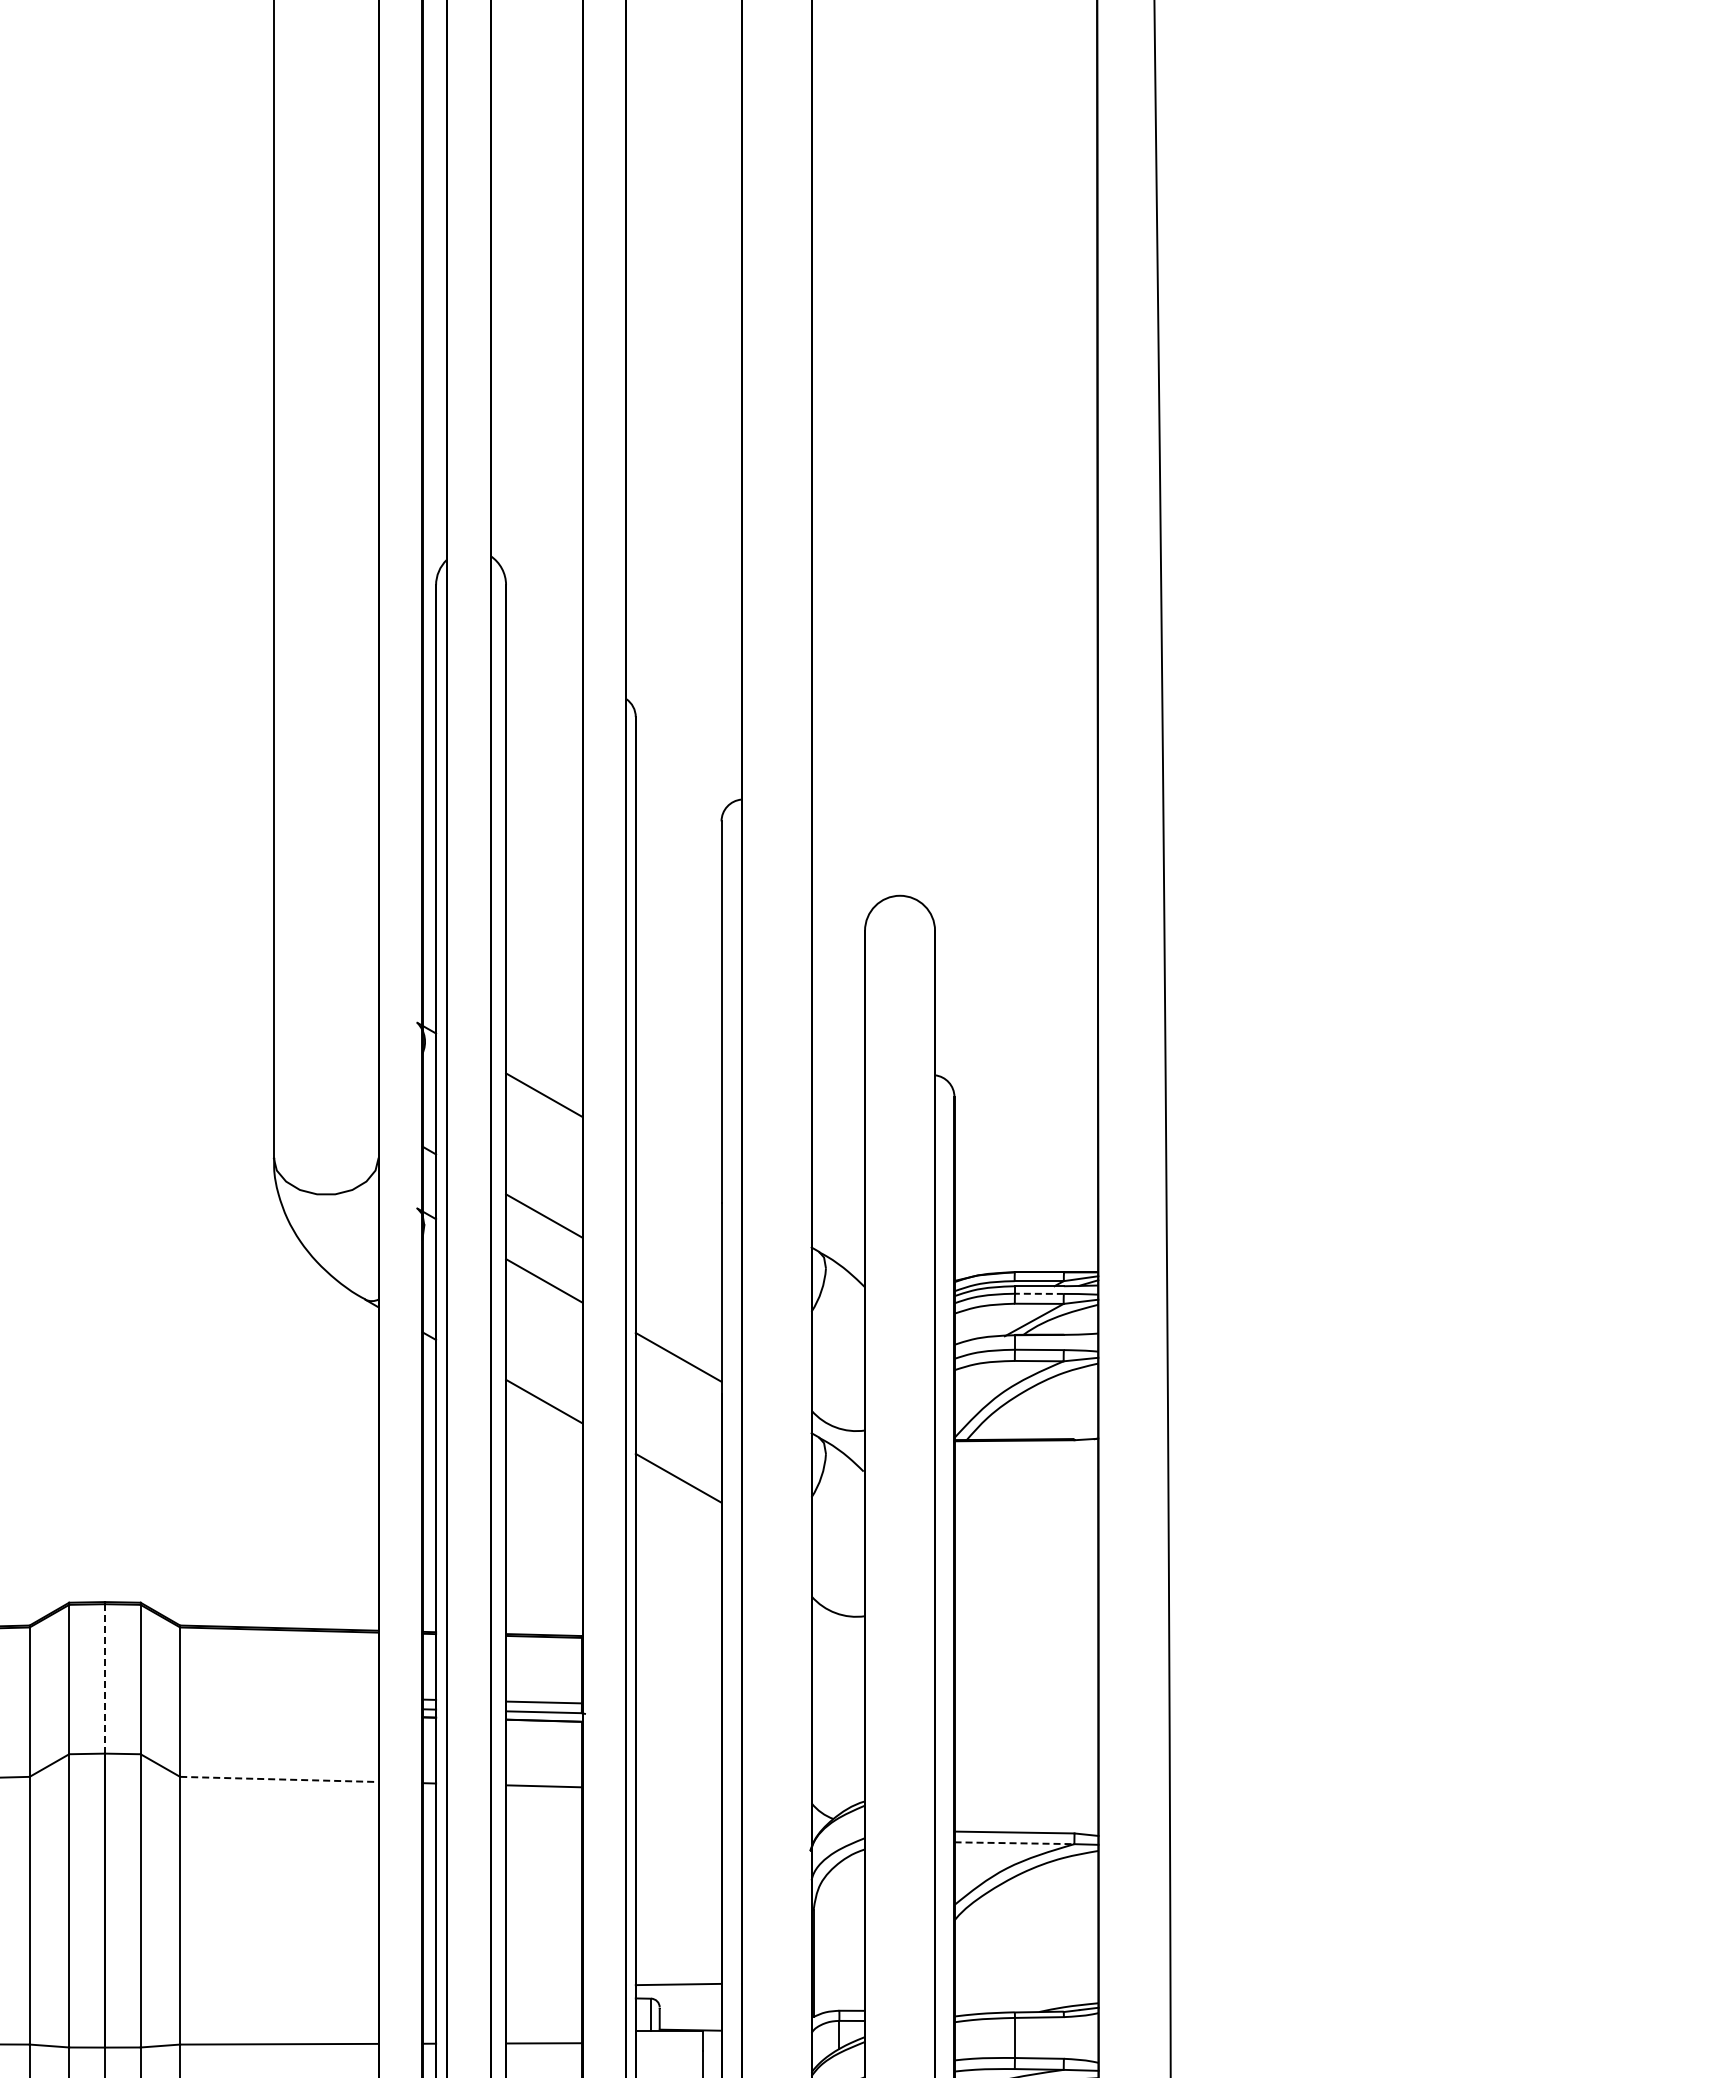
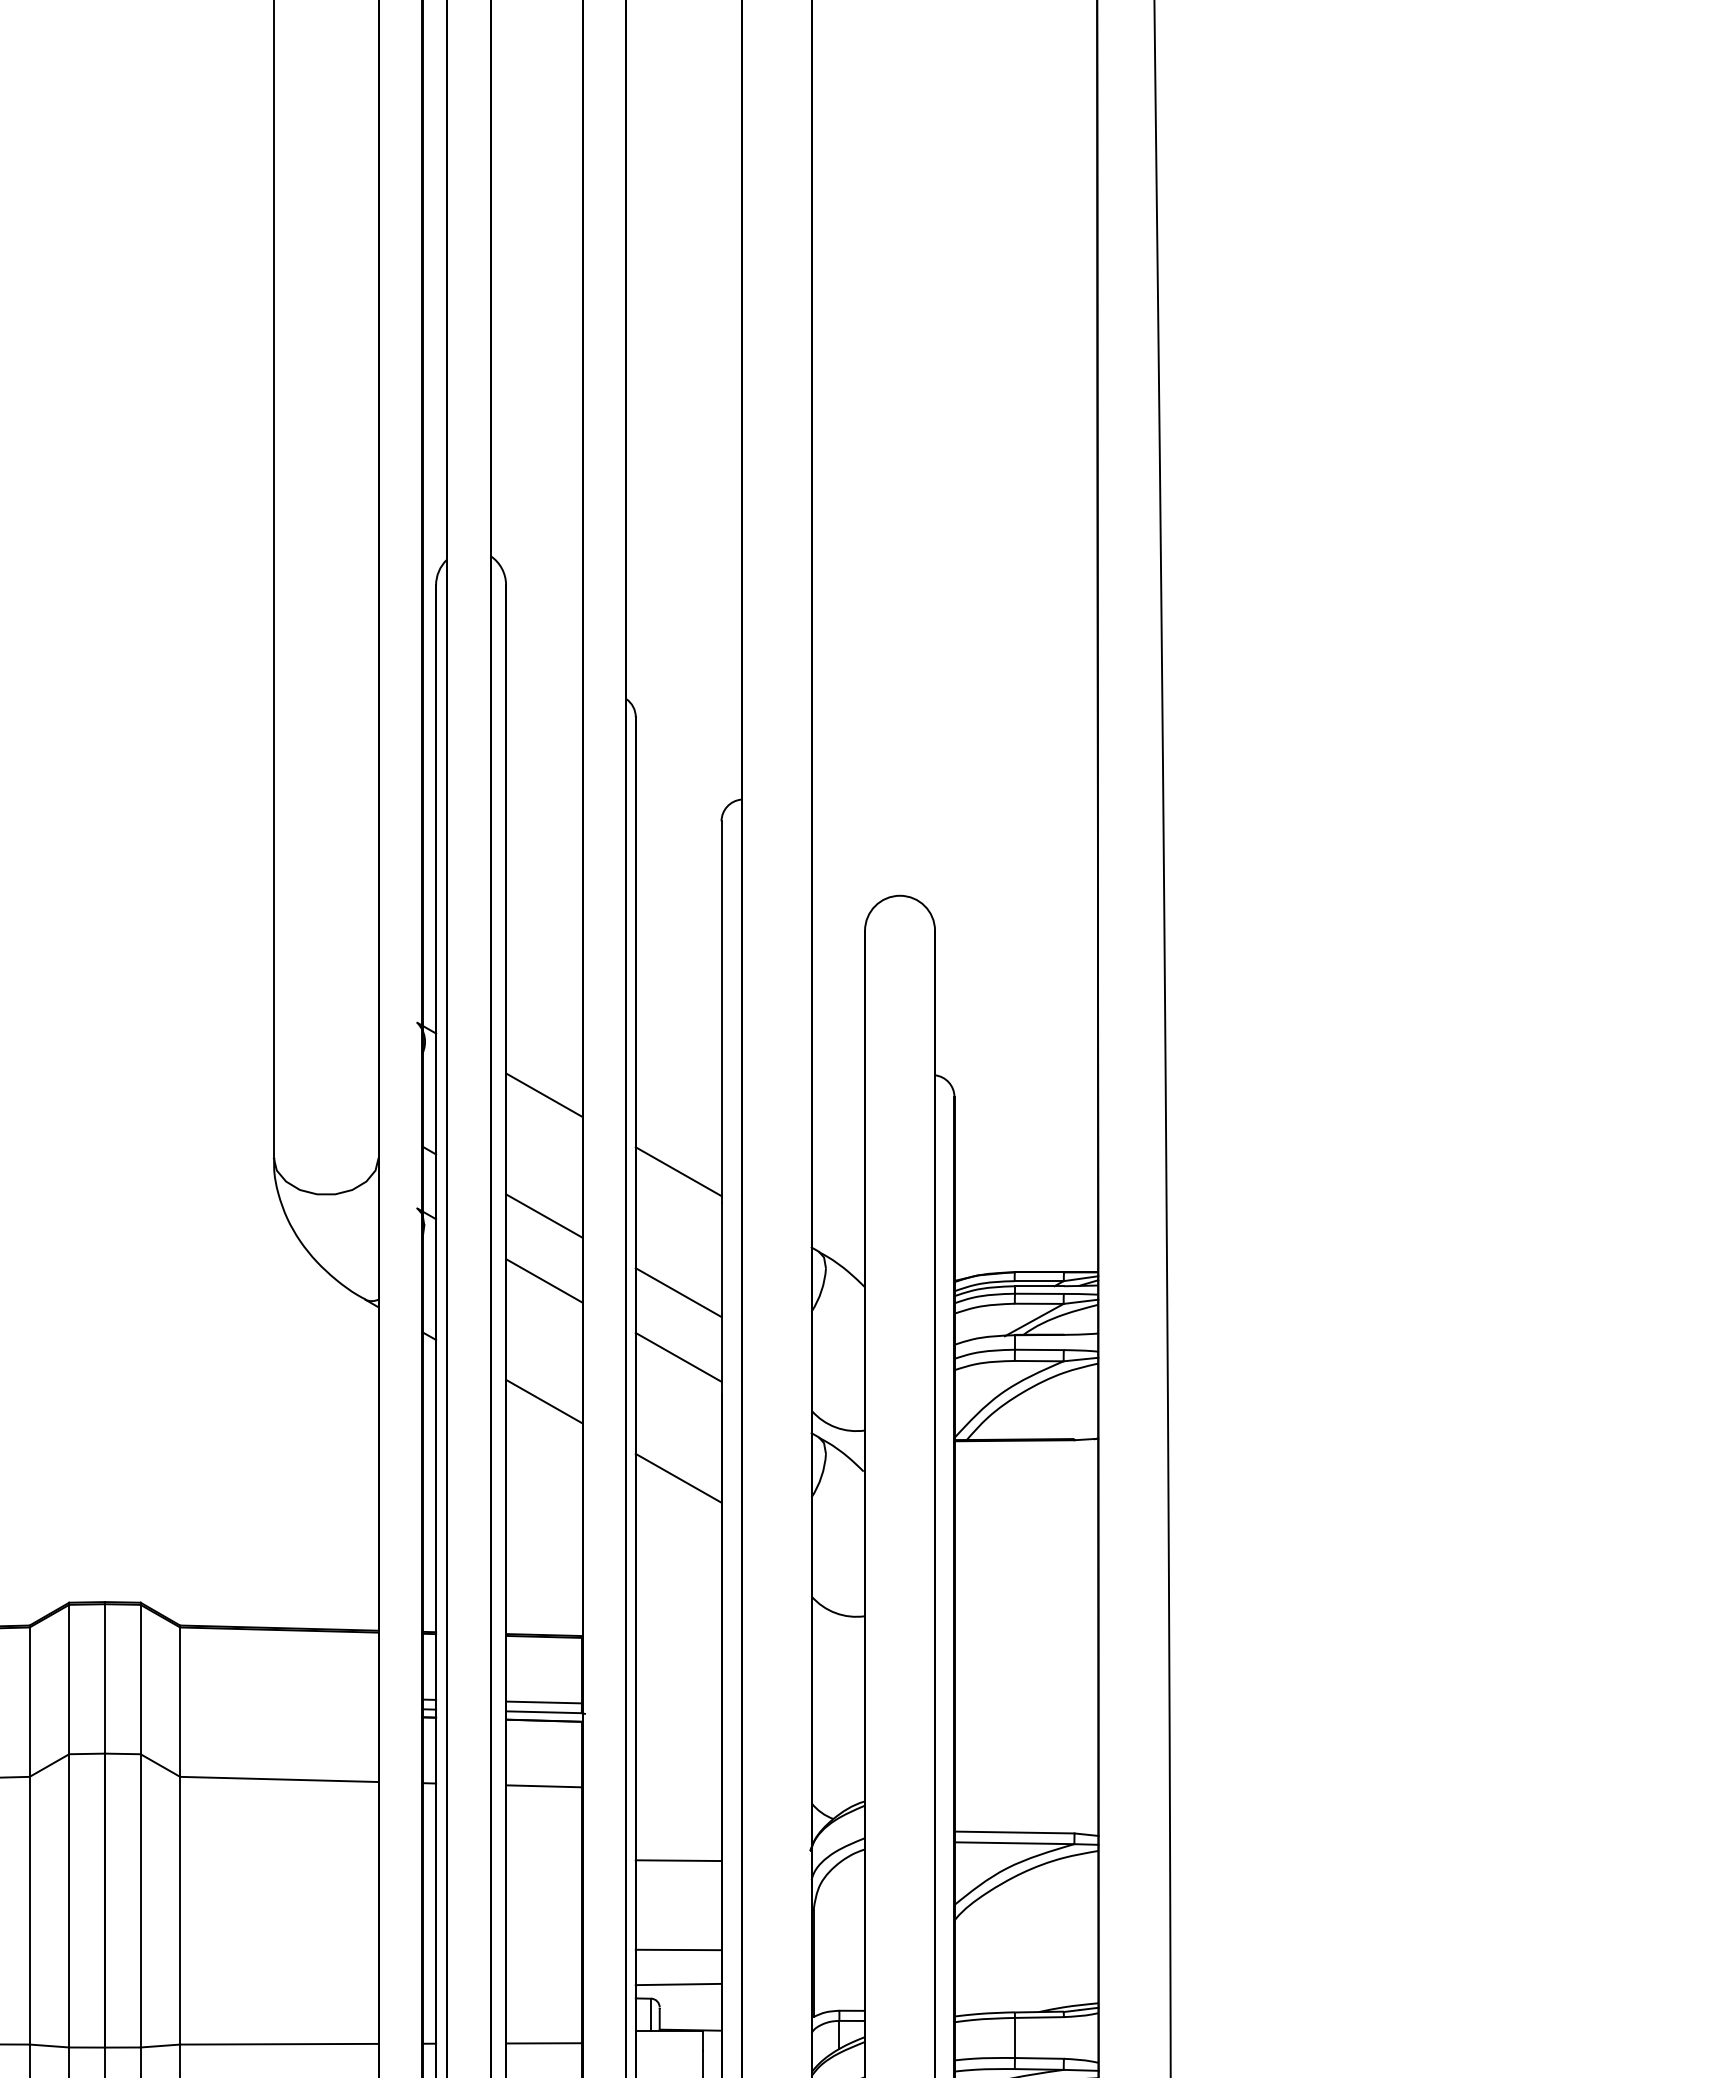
line at (678, 1171): none -> present
line at (678, 1292): none -> present
line at (1038, 1293): dashed -> solid
line at (104, 1678): dashed -> solid
line at (279, 1779): dashed -> solid
line at (1014, 1843): dashed -> solid
line at (678, 1860): none -> present
line at (678, 1949): none -> present
